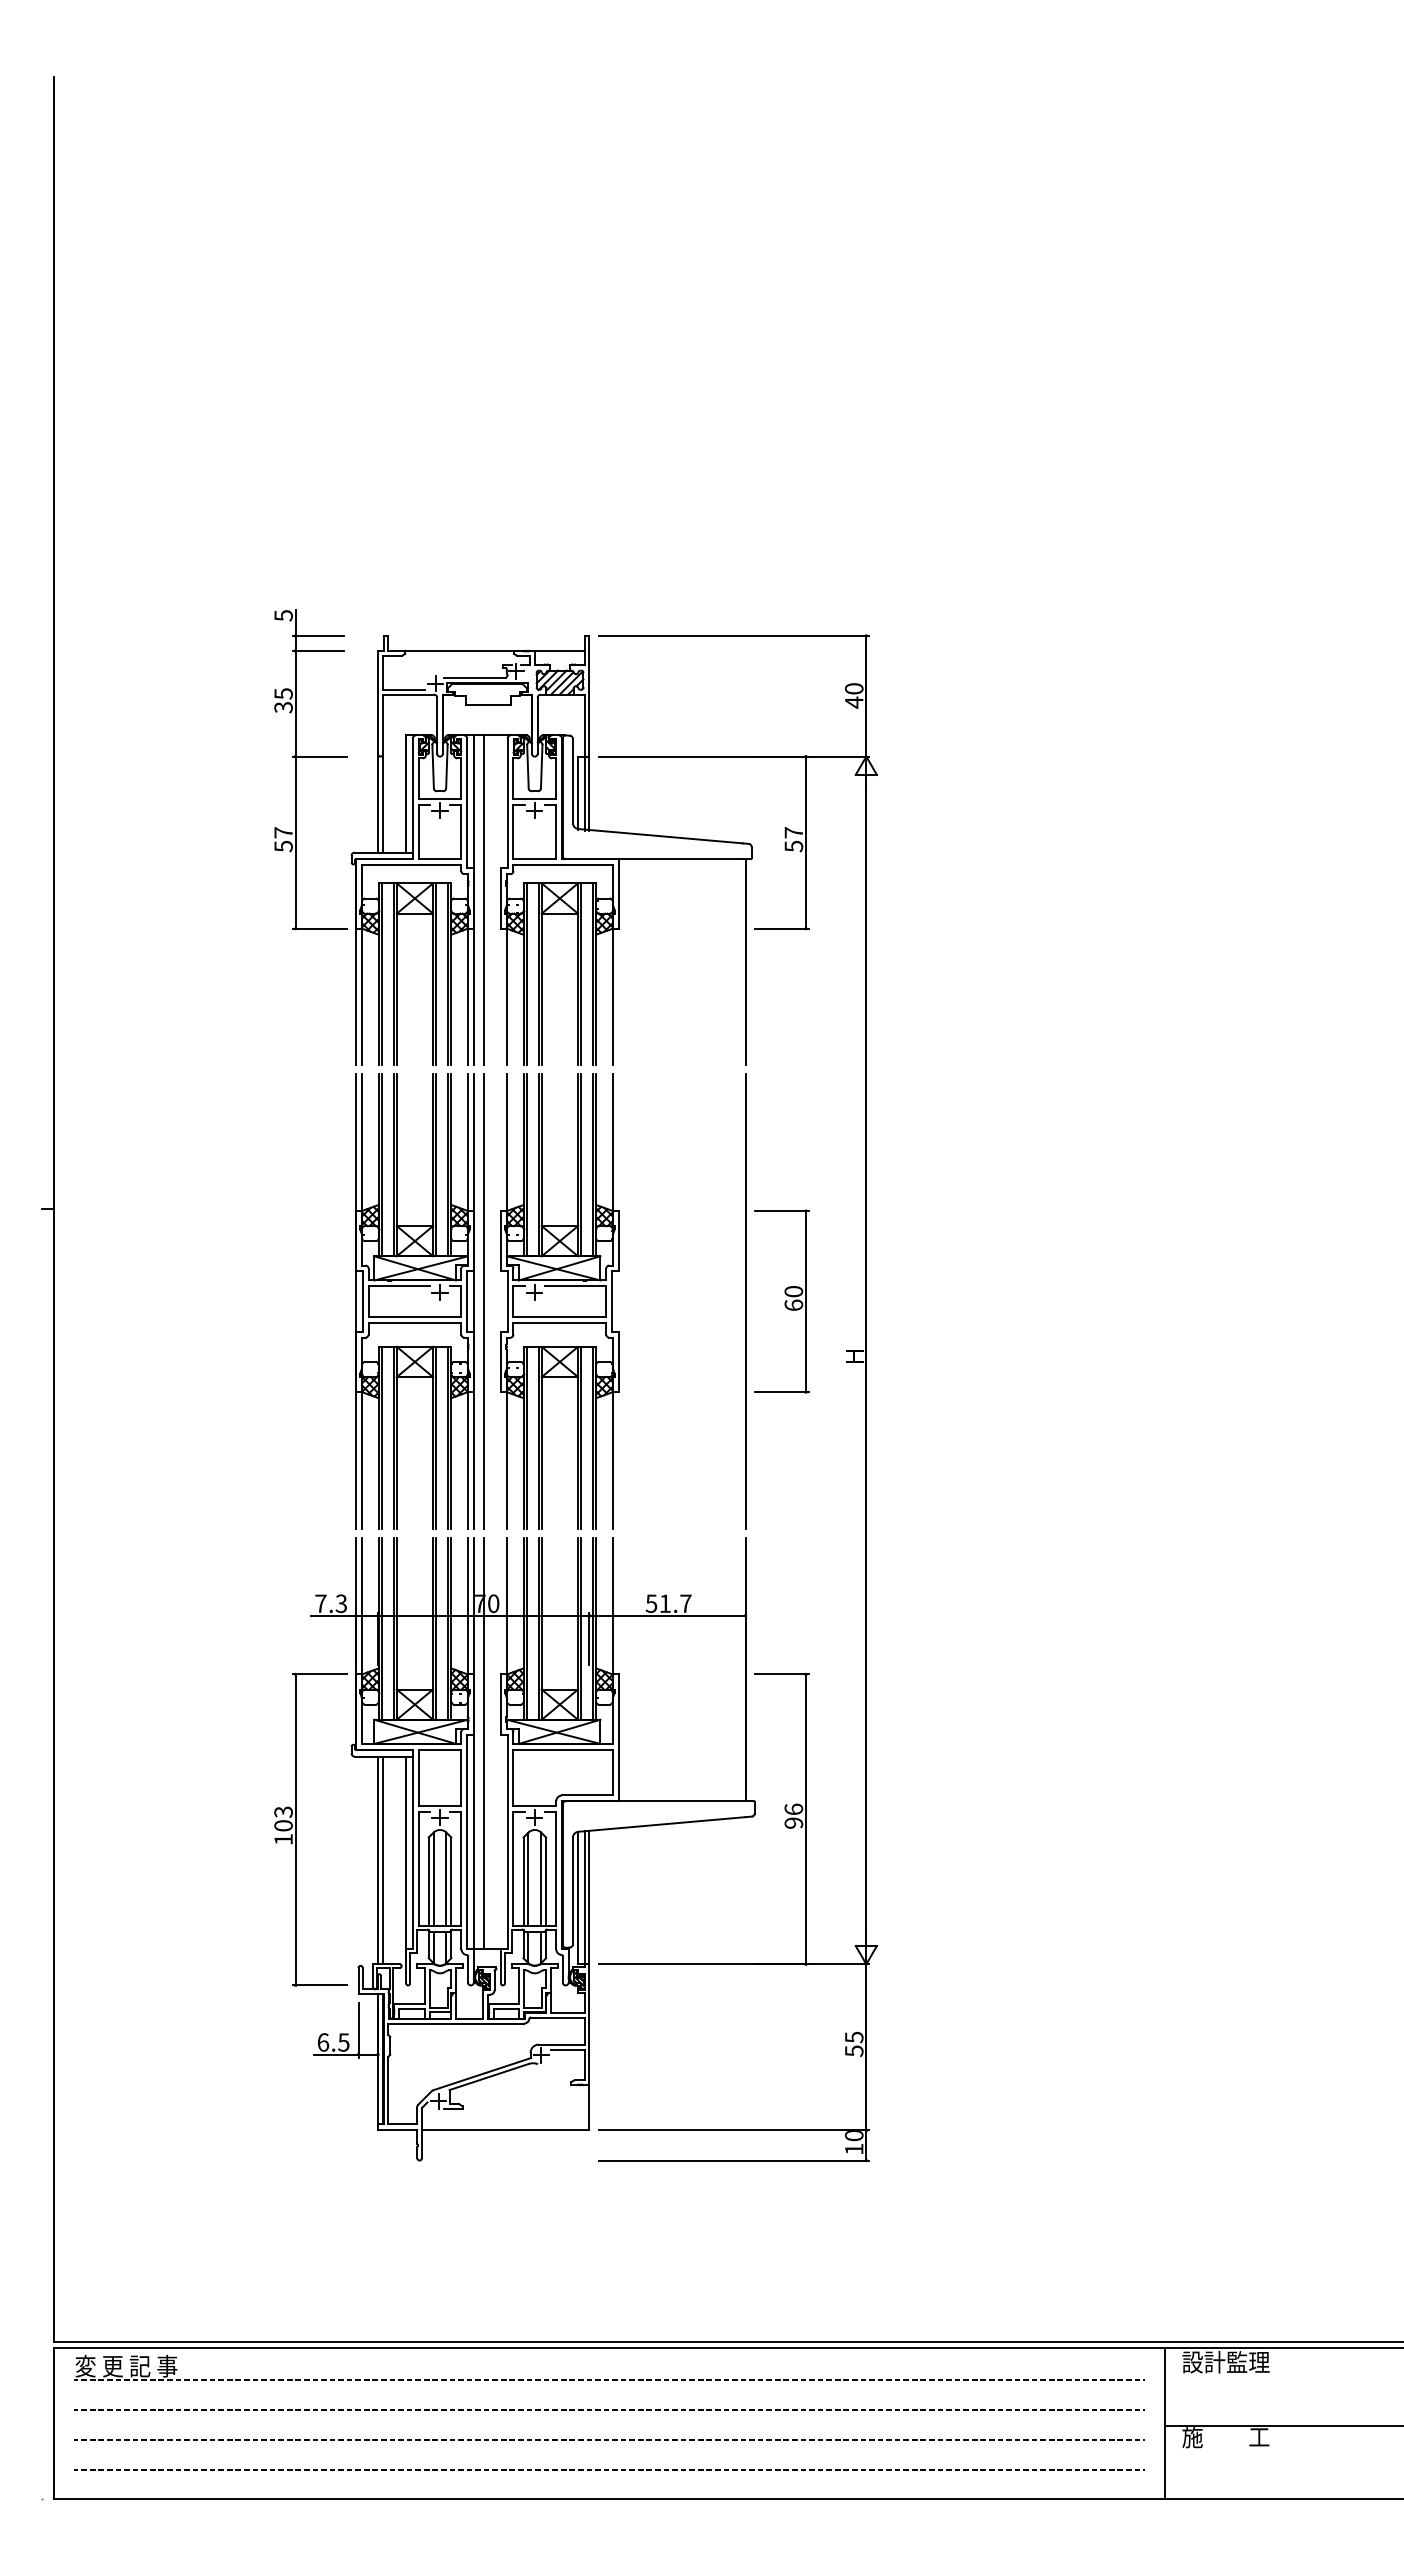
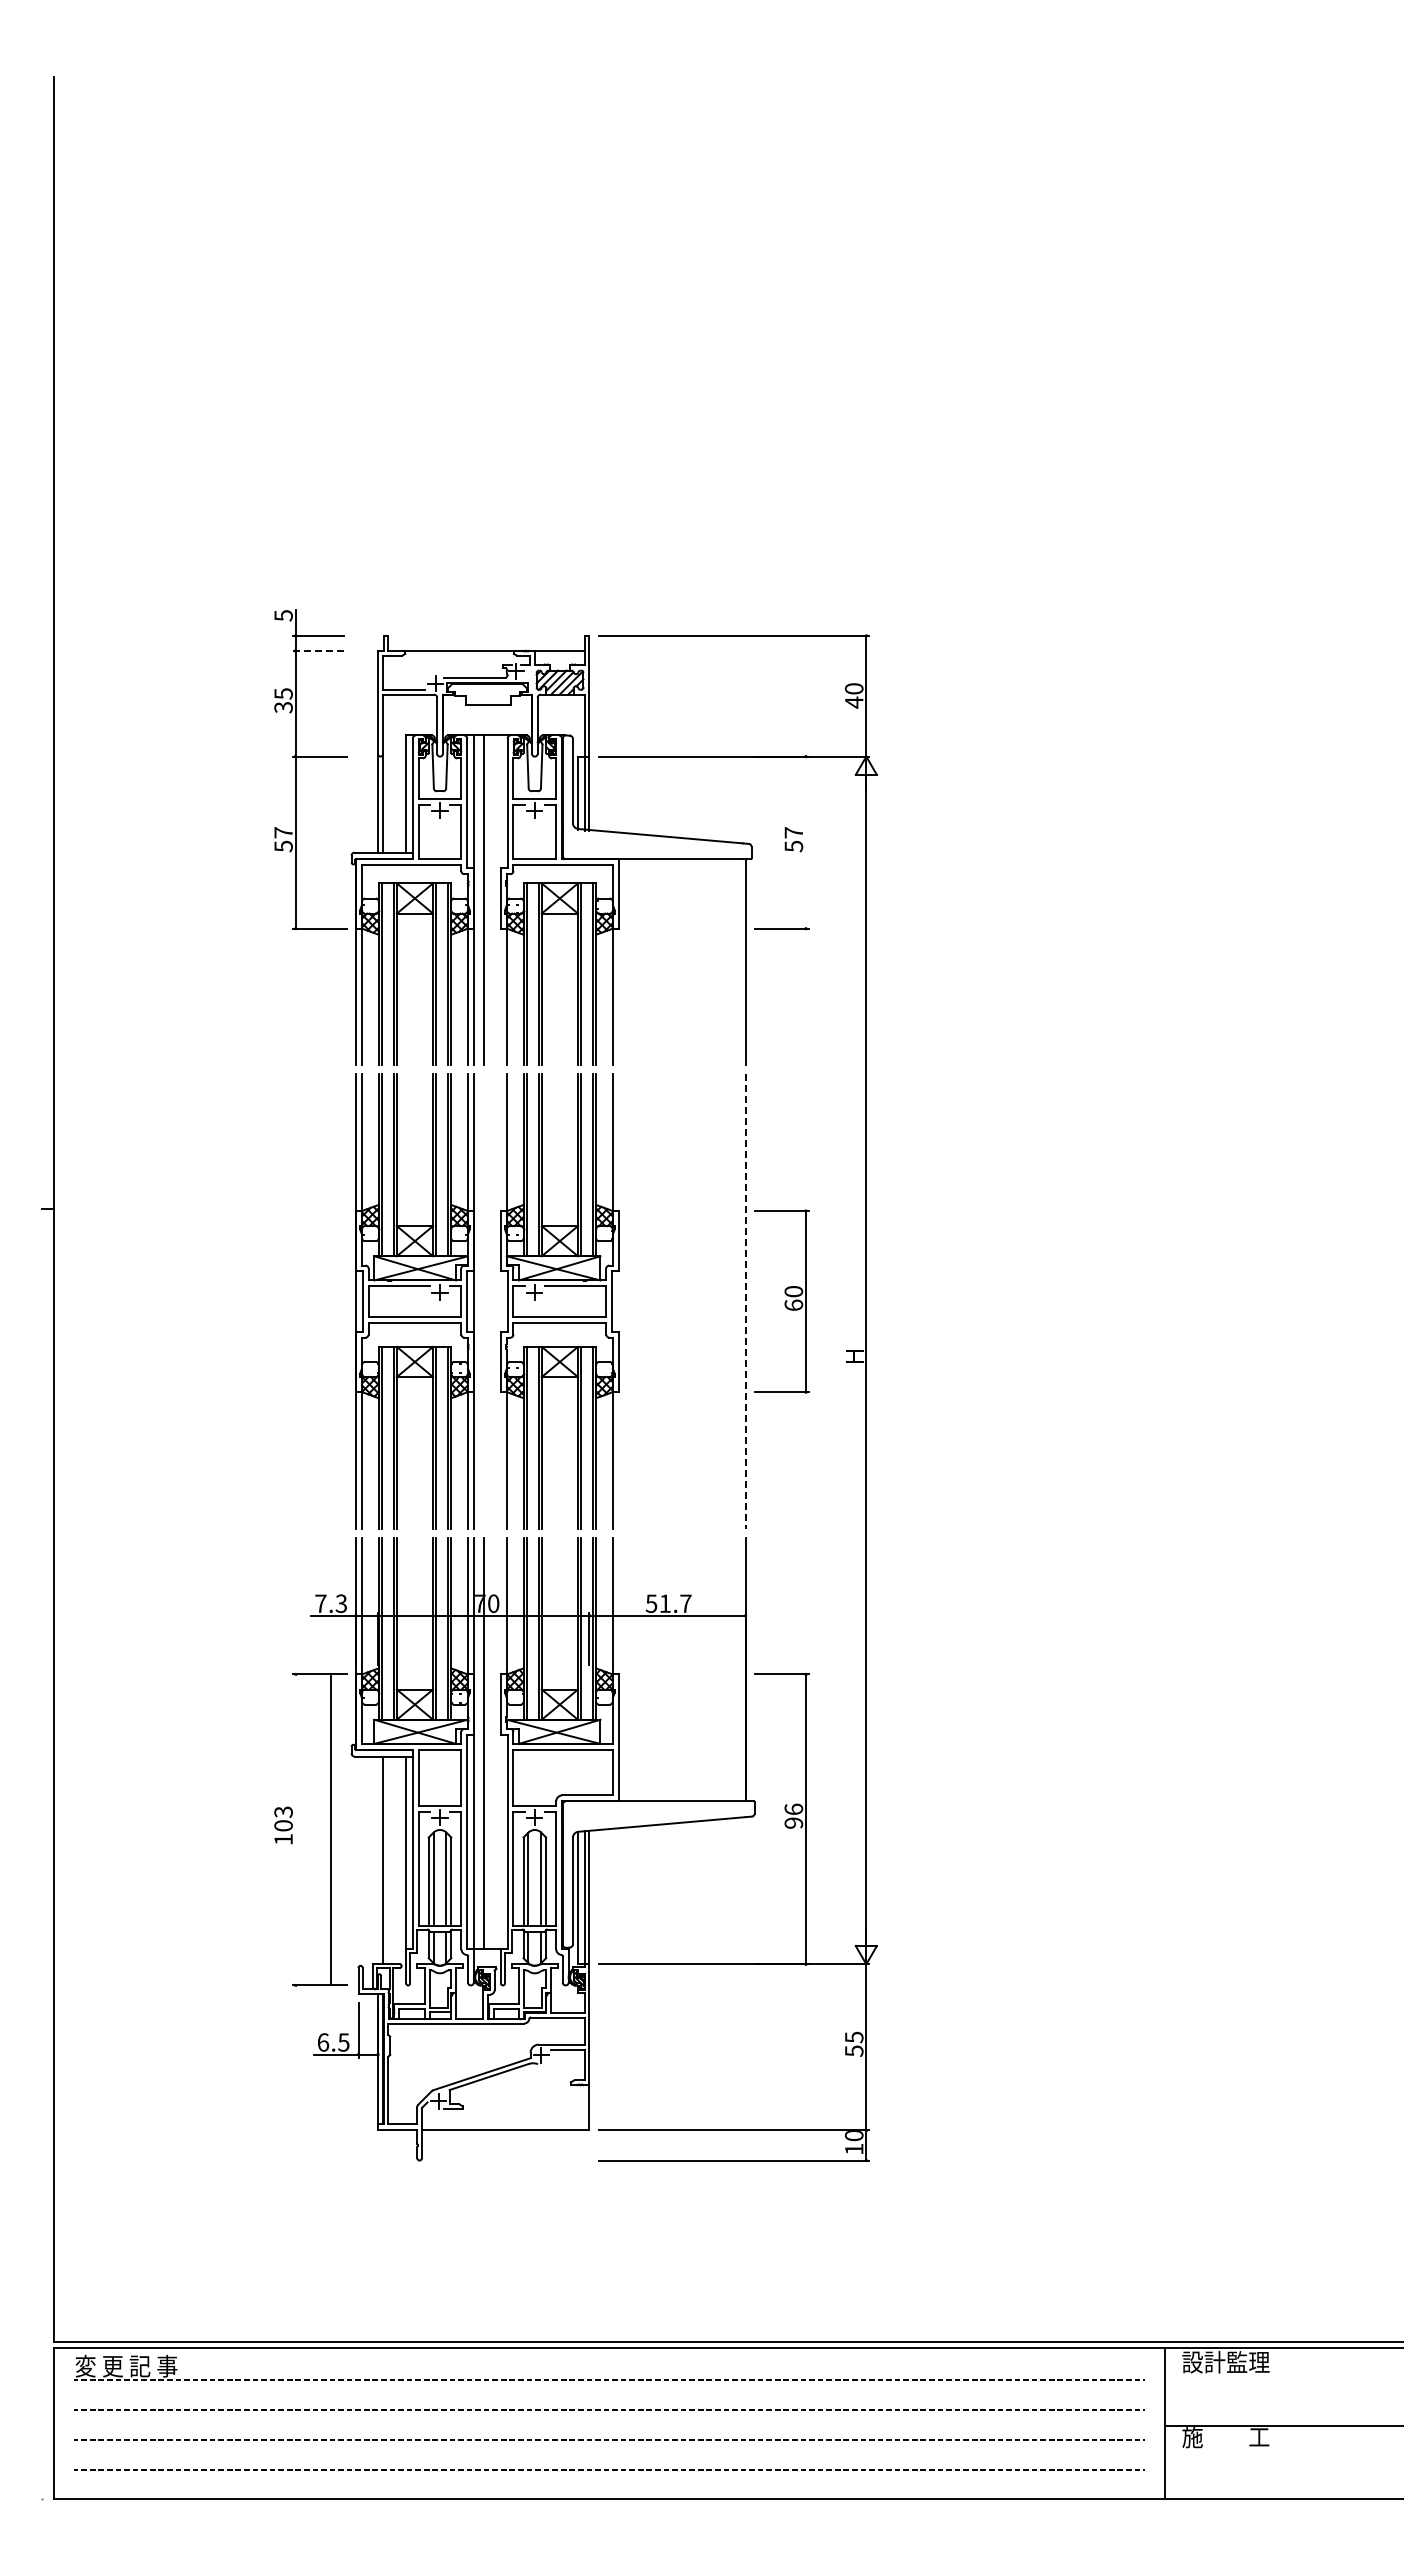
line at (318, 650): solid -> dashed
line at (805, 842): present -> none
line at (483, 1301): present -> none
line at (745, 1302): solid -> dashed
line at (295, 1829) position: (295, 1829) -> (330, 1829)
line at (378, 1860): present -> none
